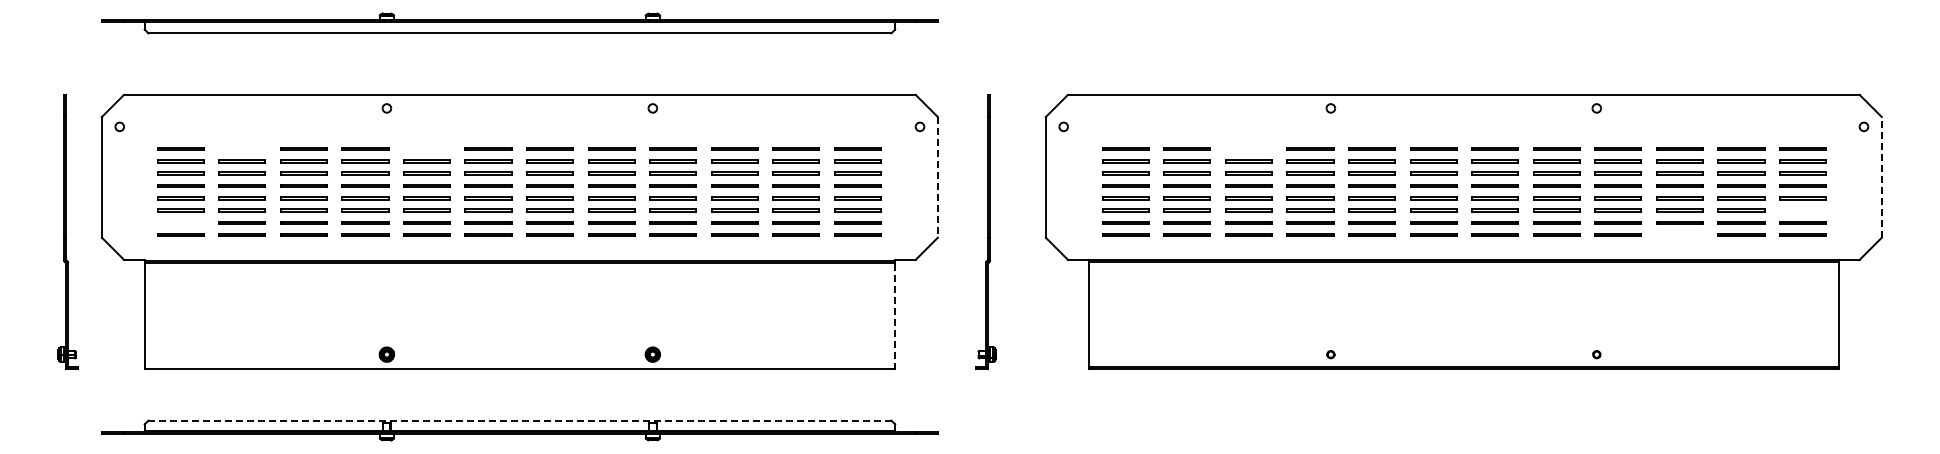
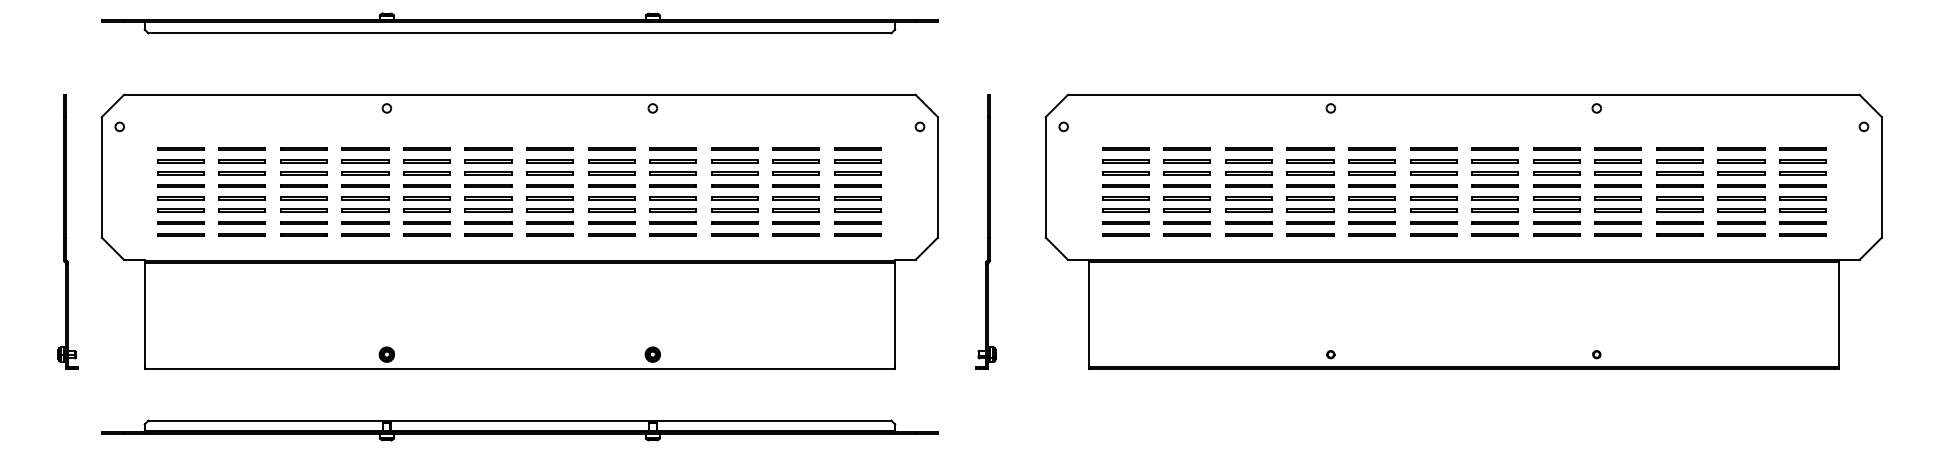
line at (241, 148): none -> present
line at (426, 148): none -> present
line at (1248, 148): none -> present
line at (1881, 176): dashed -> solid
line at (937, 177): dashed -> solid
line at (1802, 209): none -> present
line at (180, 222): none -> present
line at (1679, 234): none -> present
line at (895, 315): dashed -> solid
line at (519, 420): dashed -> solid
